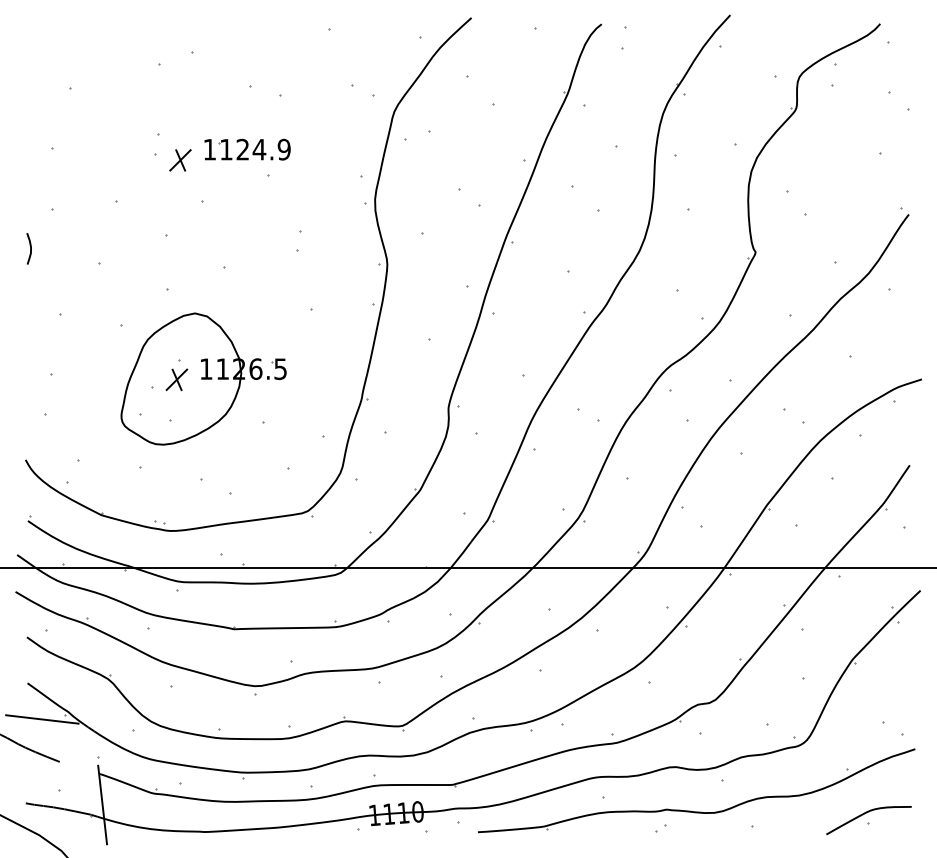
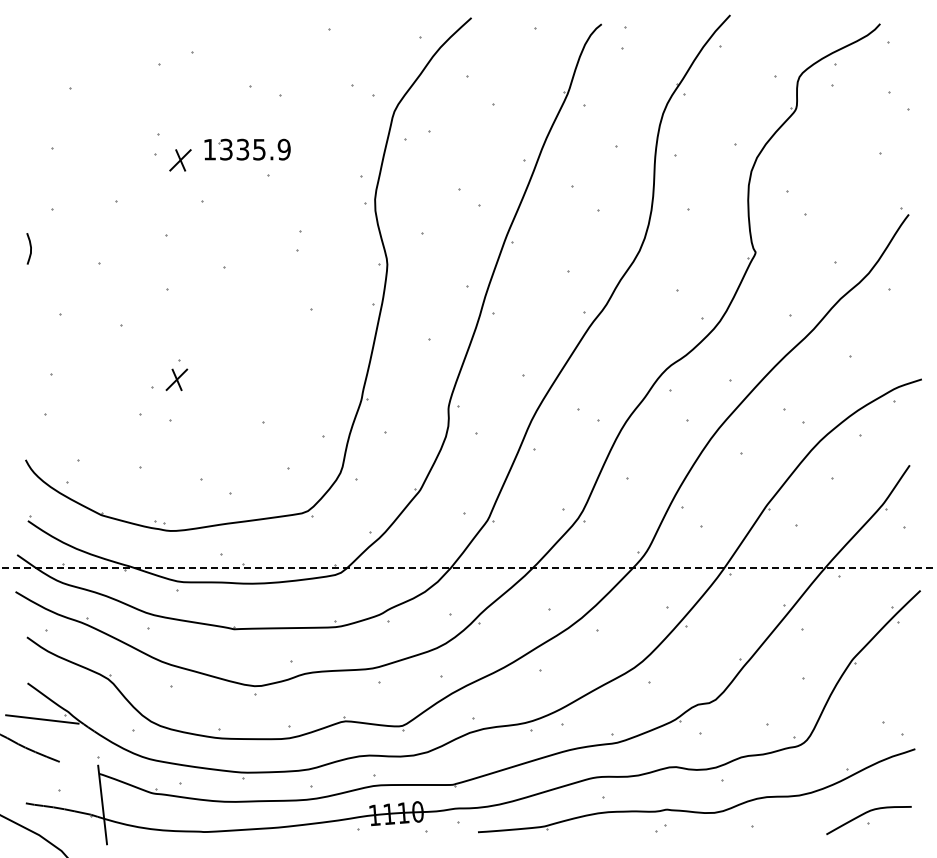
text at (243, 149): 1124.9 -> 1335.9
part at (203, 378): present -> none
line at (468, 567): solid -> dashed
